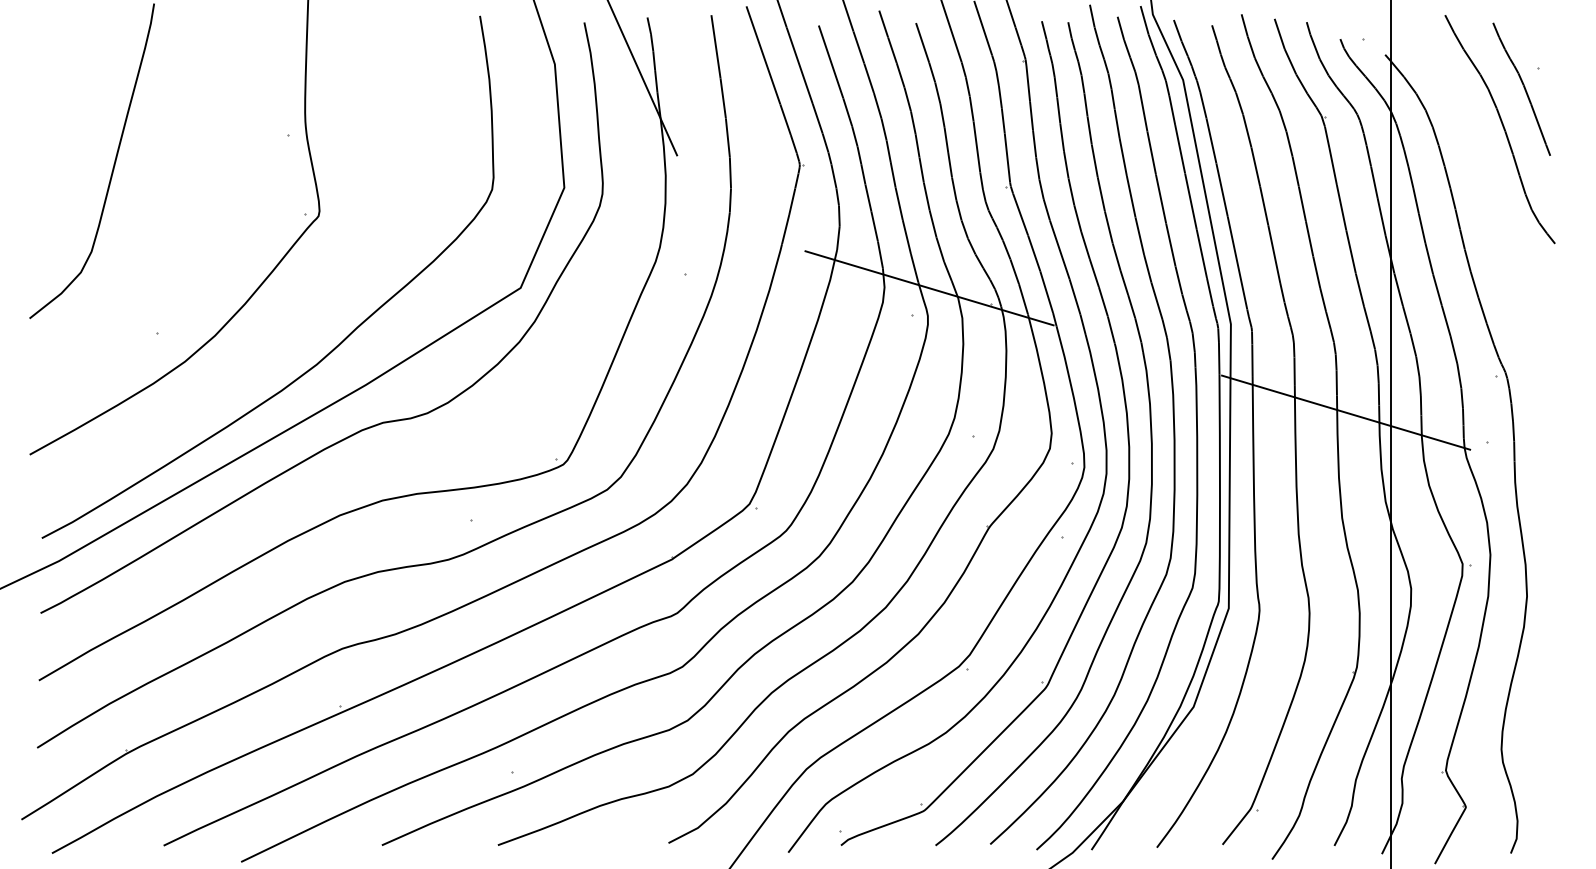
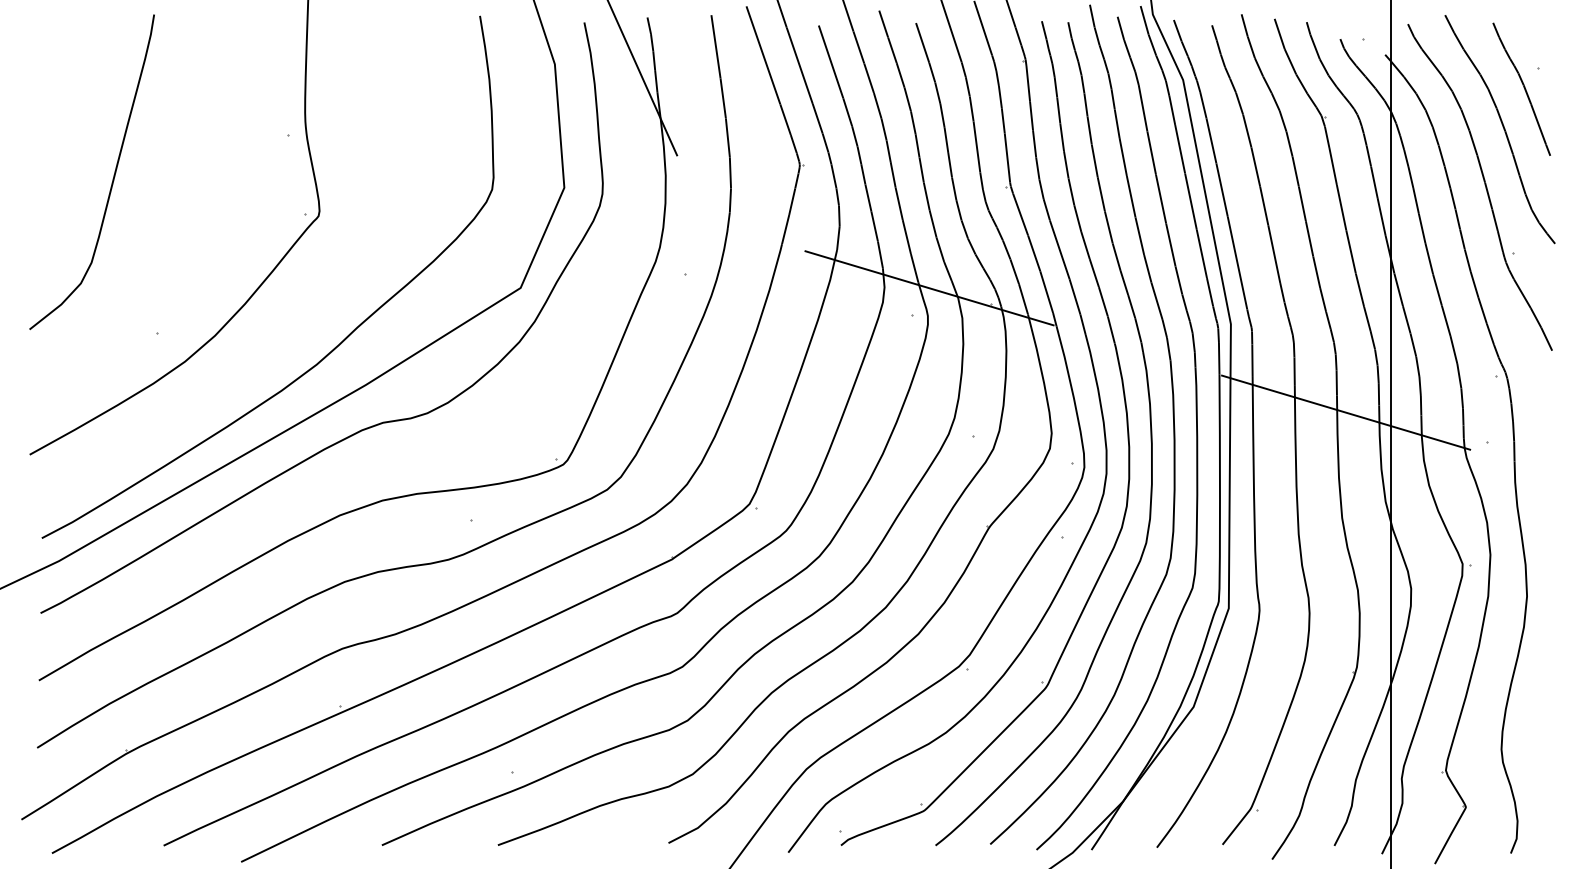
curve at (112, 167) position: (112, 167) -> (112, 178)
part at (1479, 187): none -> present
